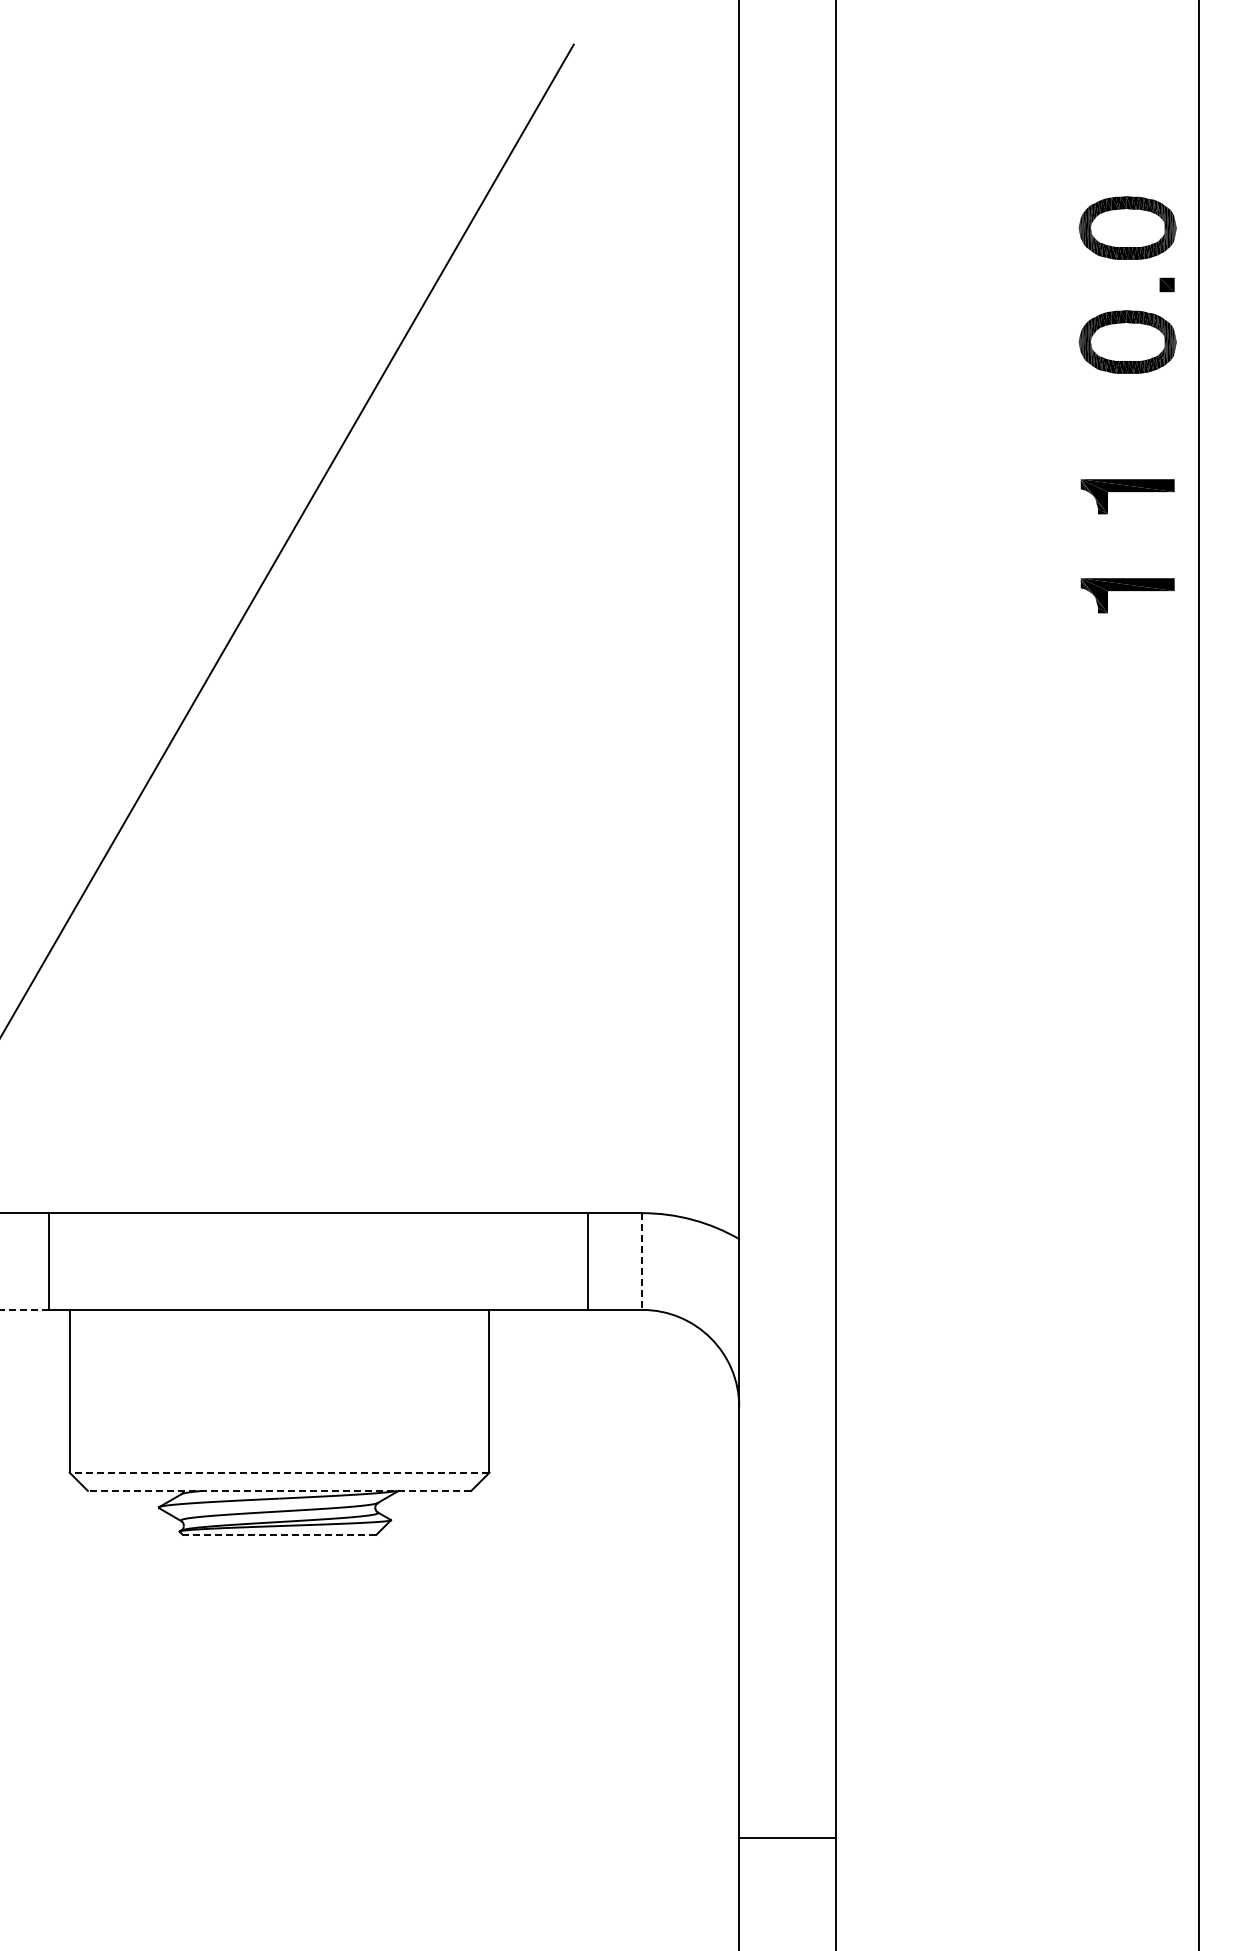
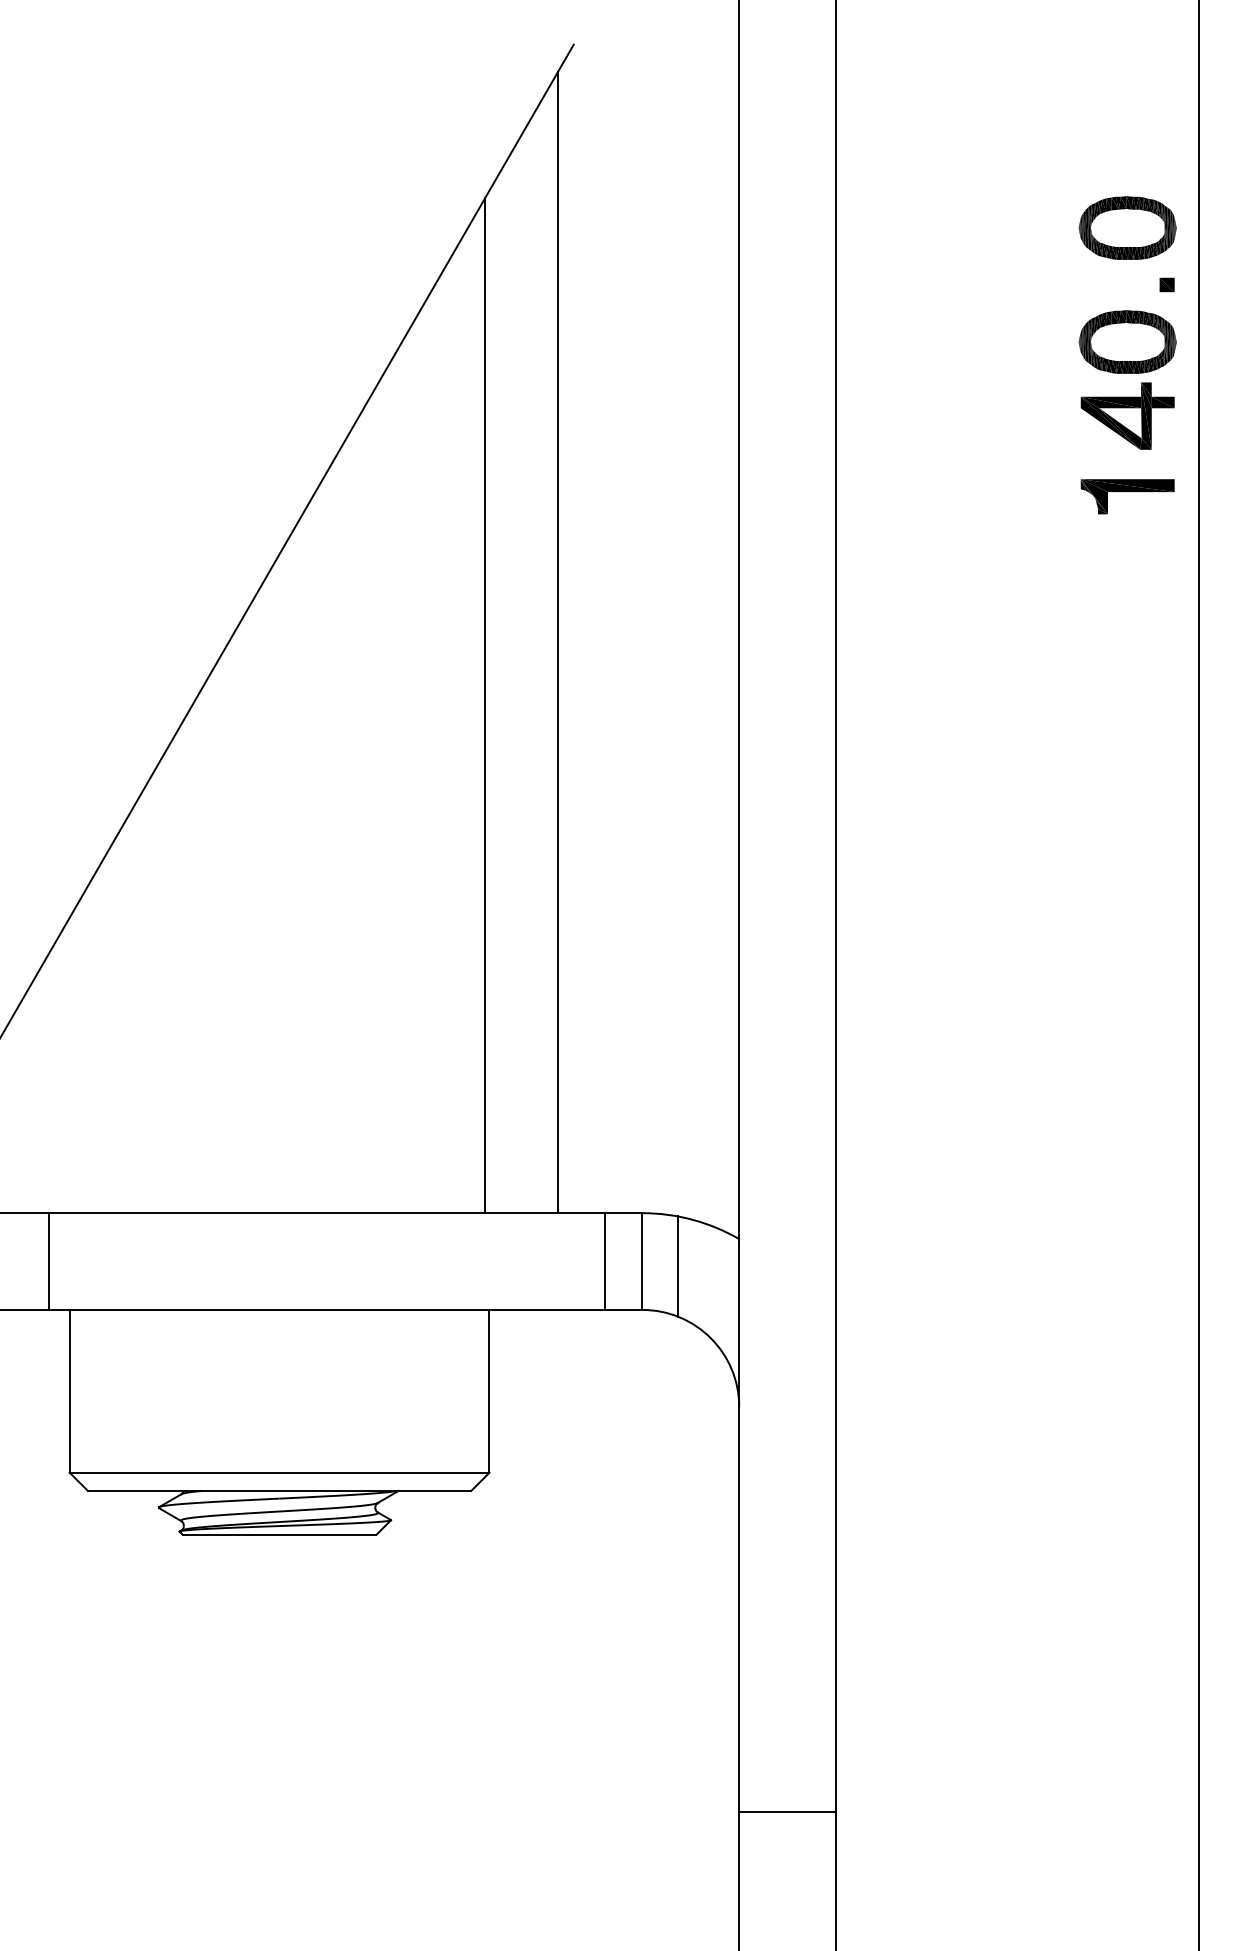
part at (1127, 415): none -> present
part at (1127, 595): present -> none
line at (557, 642): none -> present
line at (485, 705): none -> present
line at (587, 1261) position: (587, 1261) -> (604, 1261)
line at (642, 1262): dashed -> solid
line at (678, 1266): none -> present
line at (24, 1309): dashed -> solid
line at (279, 1472): dashed -> solid
line at (279, 1490): dashed -> solid
line at (279, 1534): dashed -> solid
line at (787, 1837) position: (787, 1837) -> (787, 1811)
